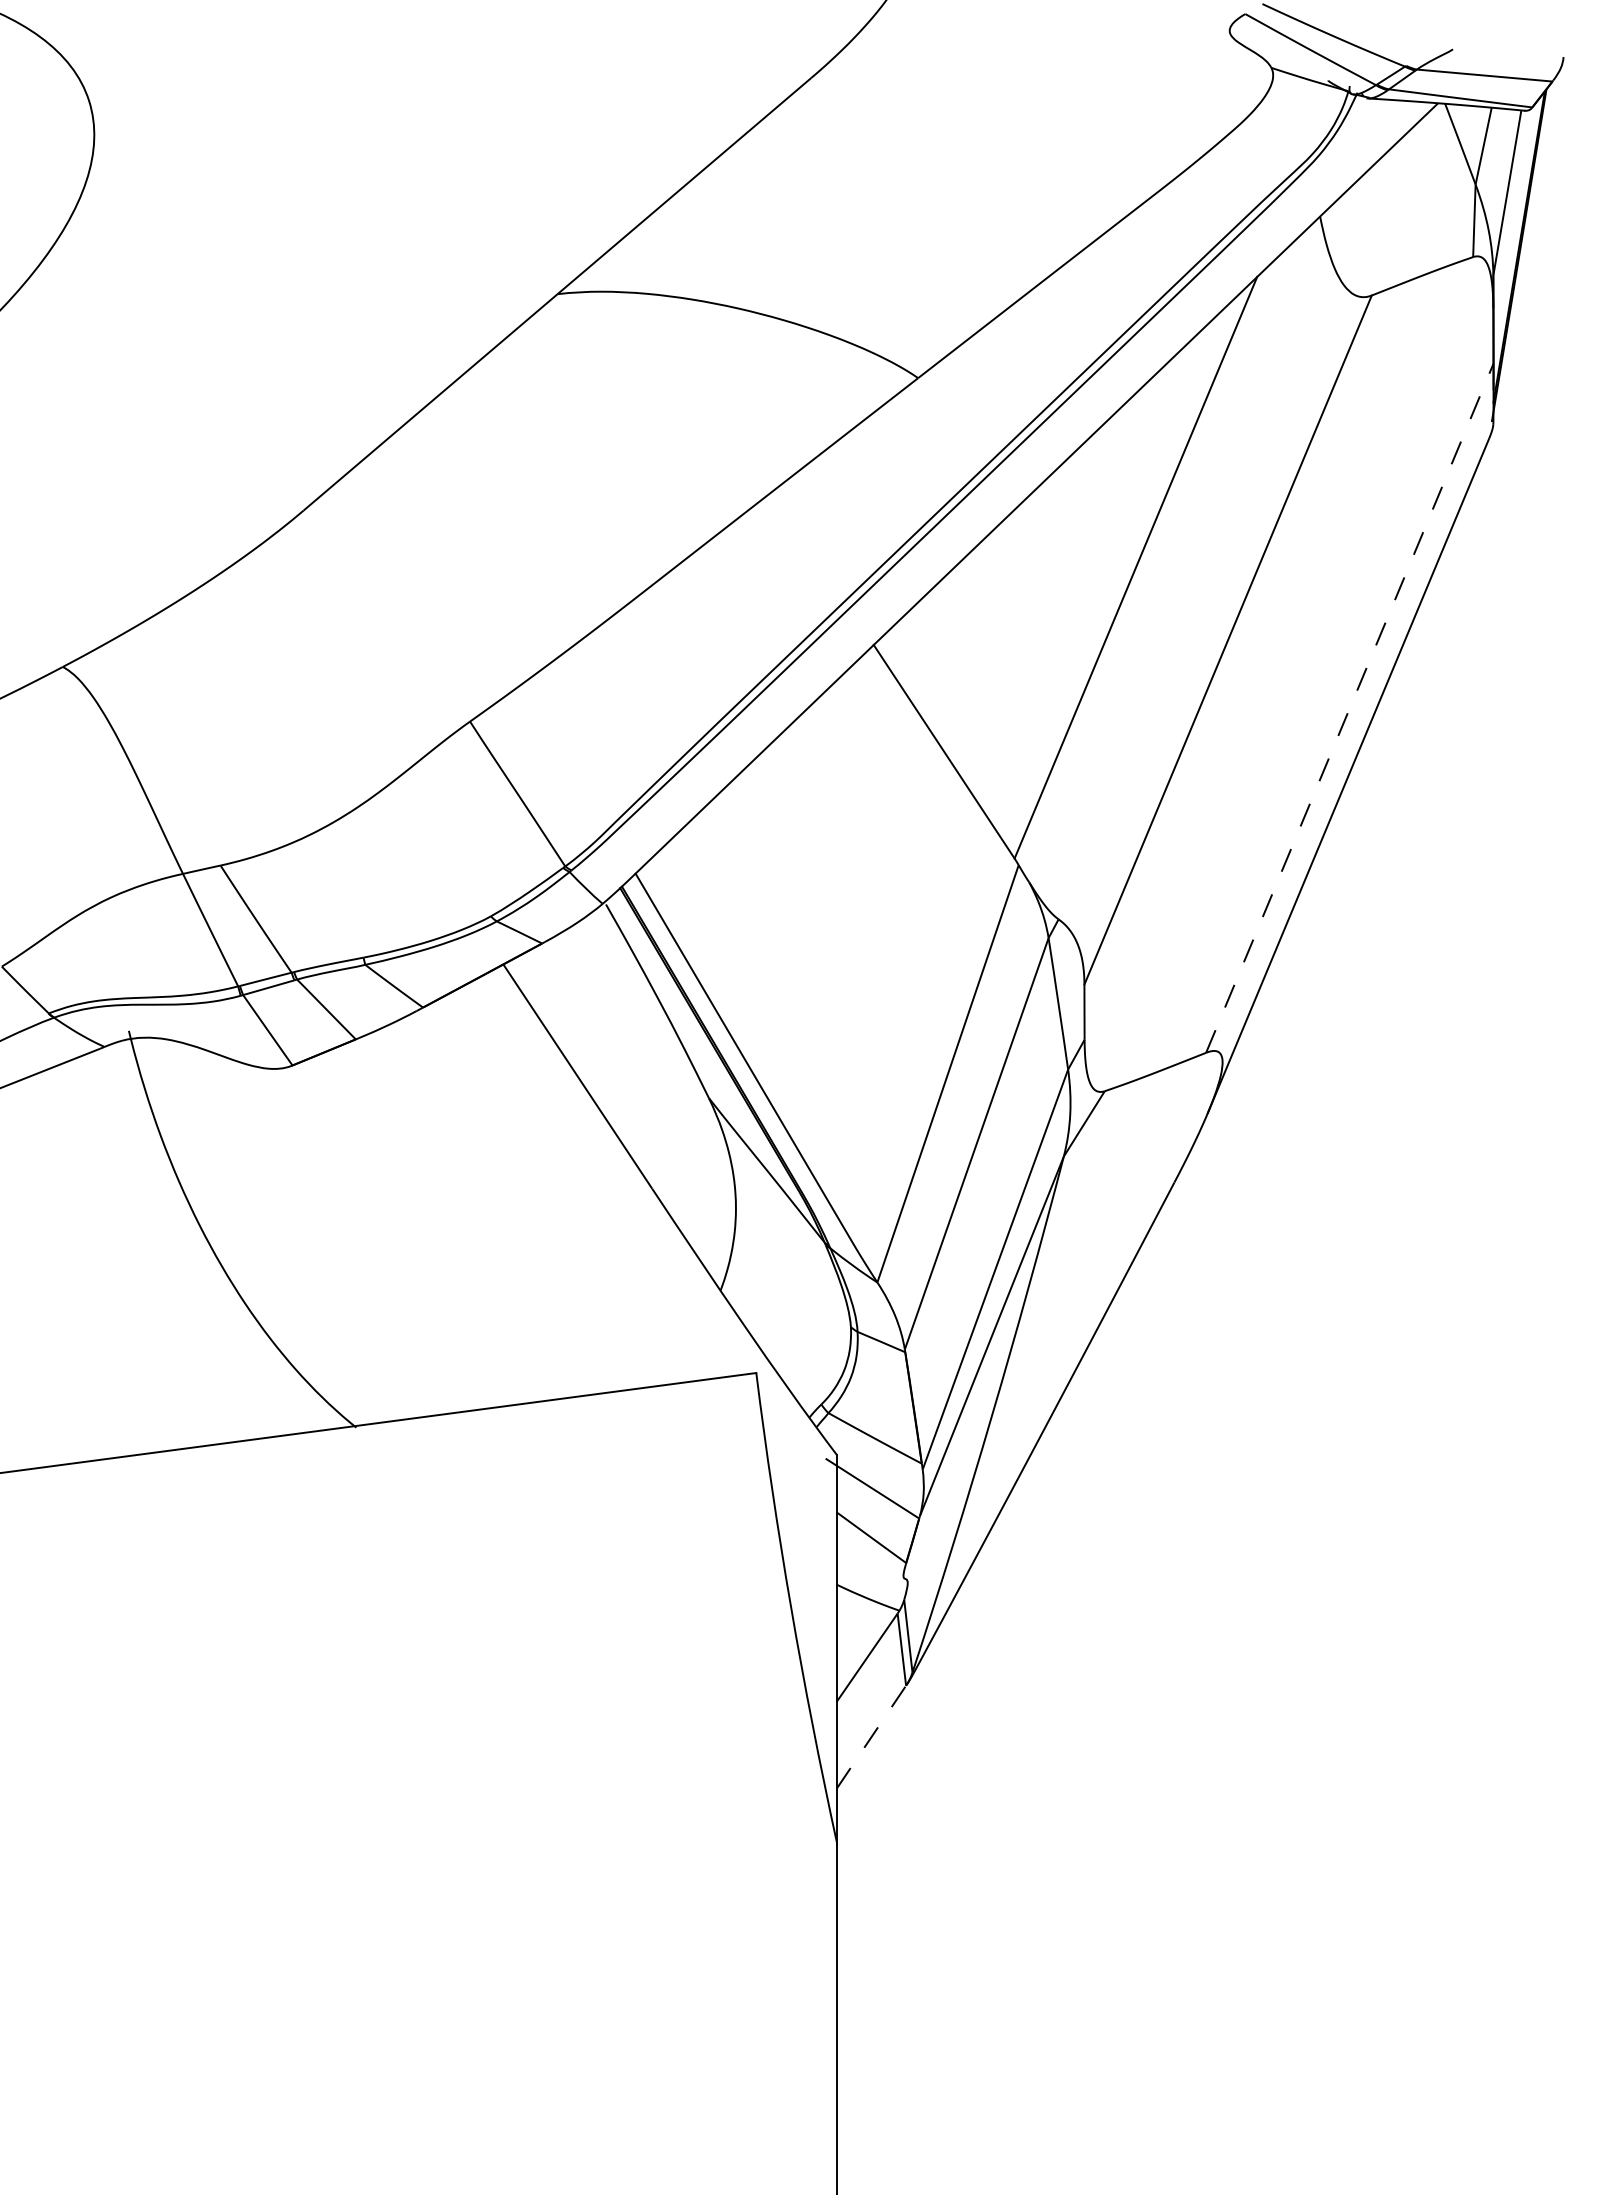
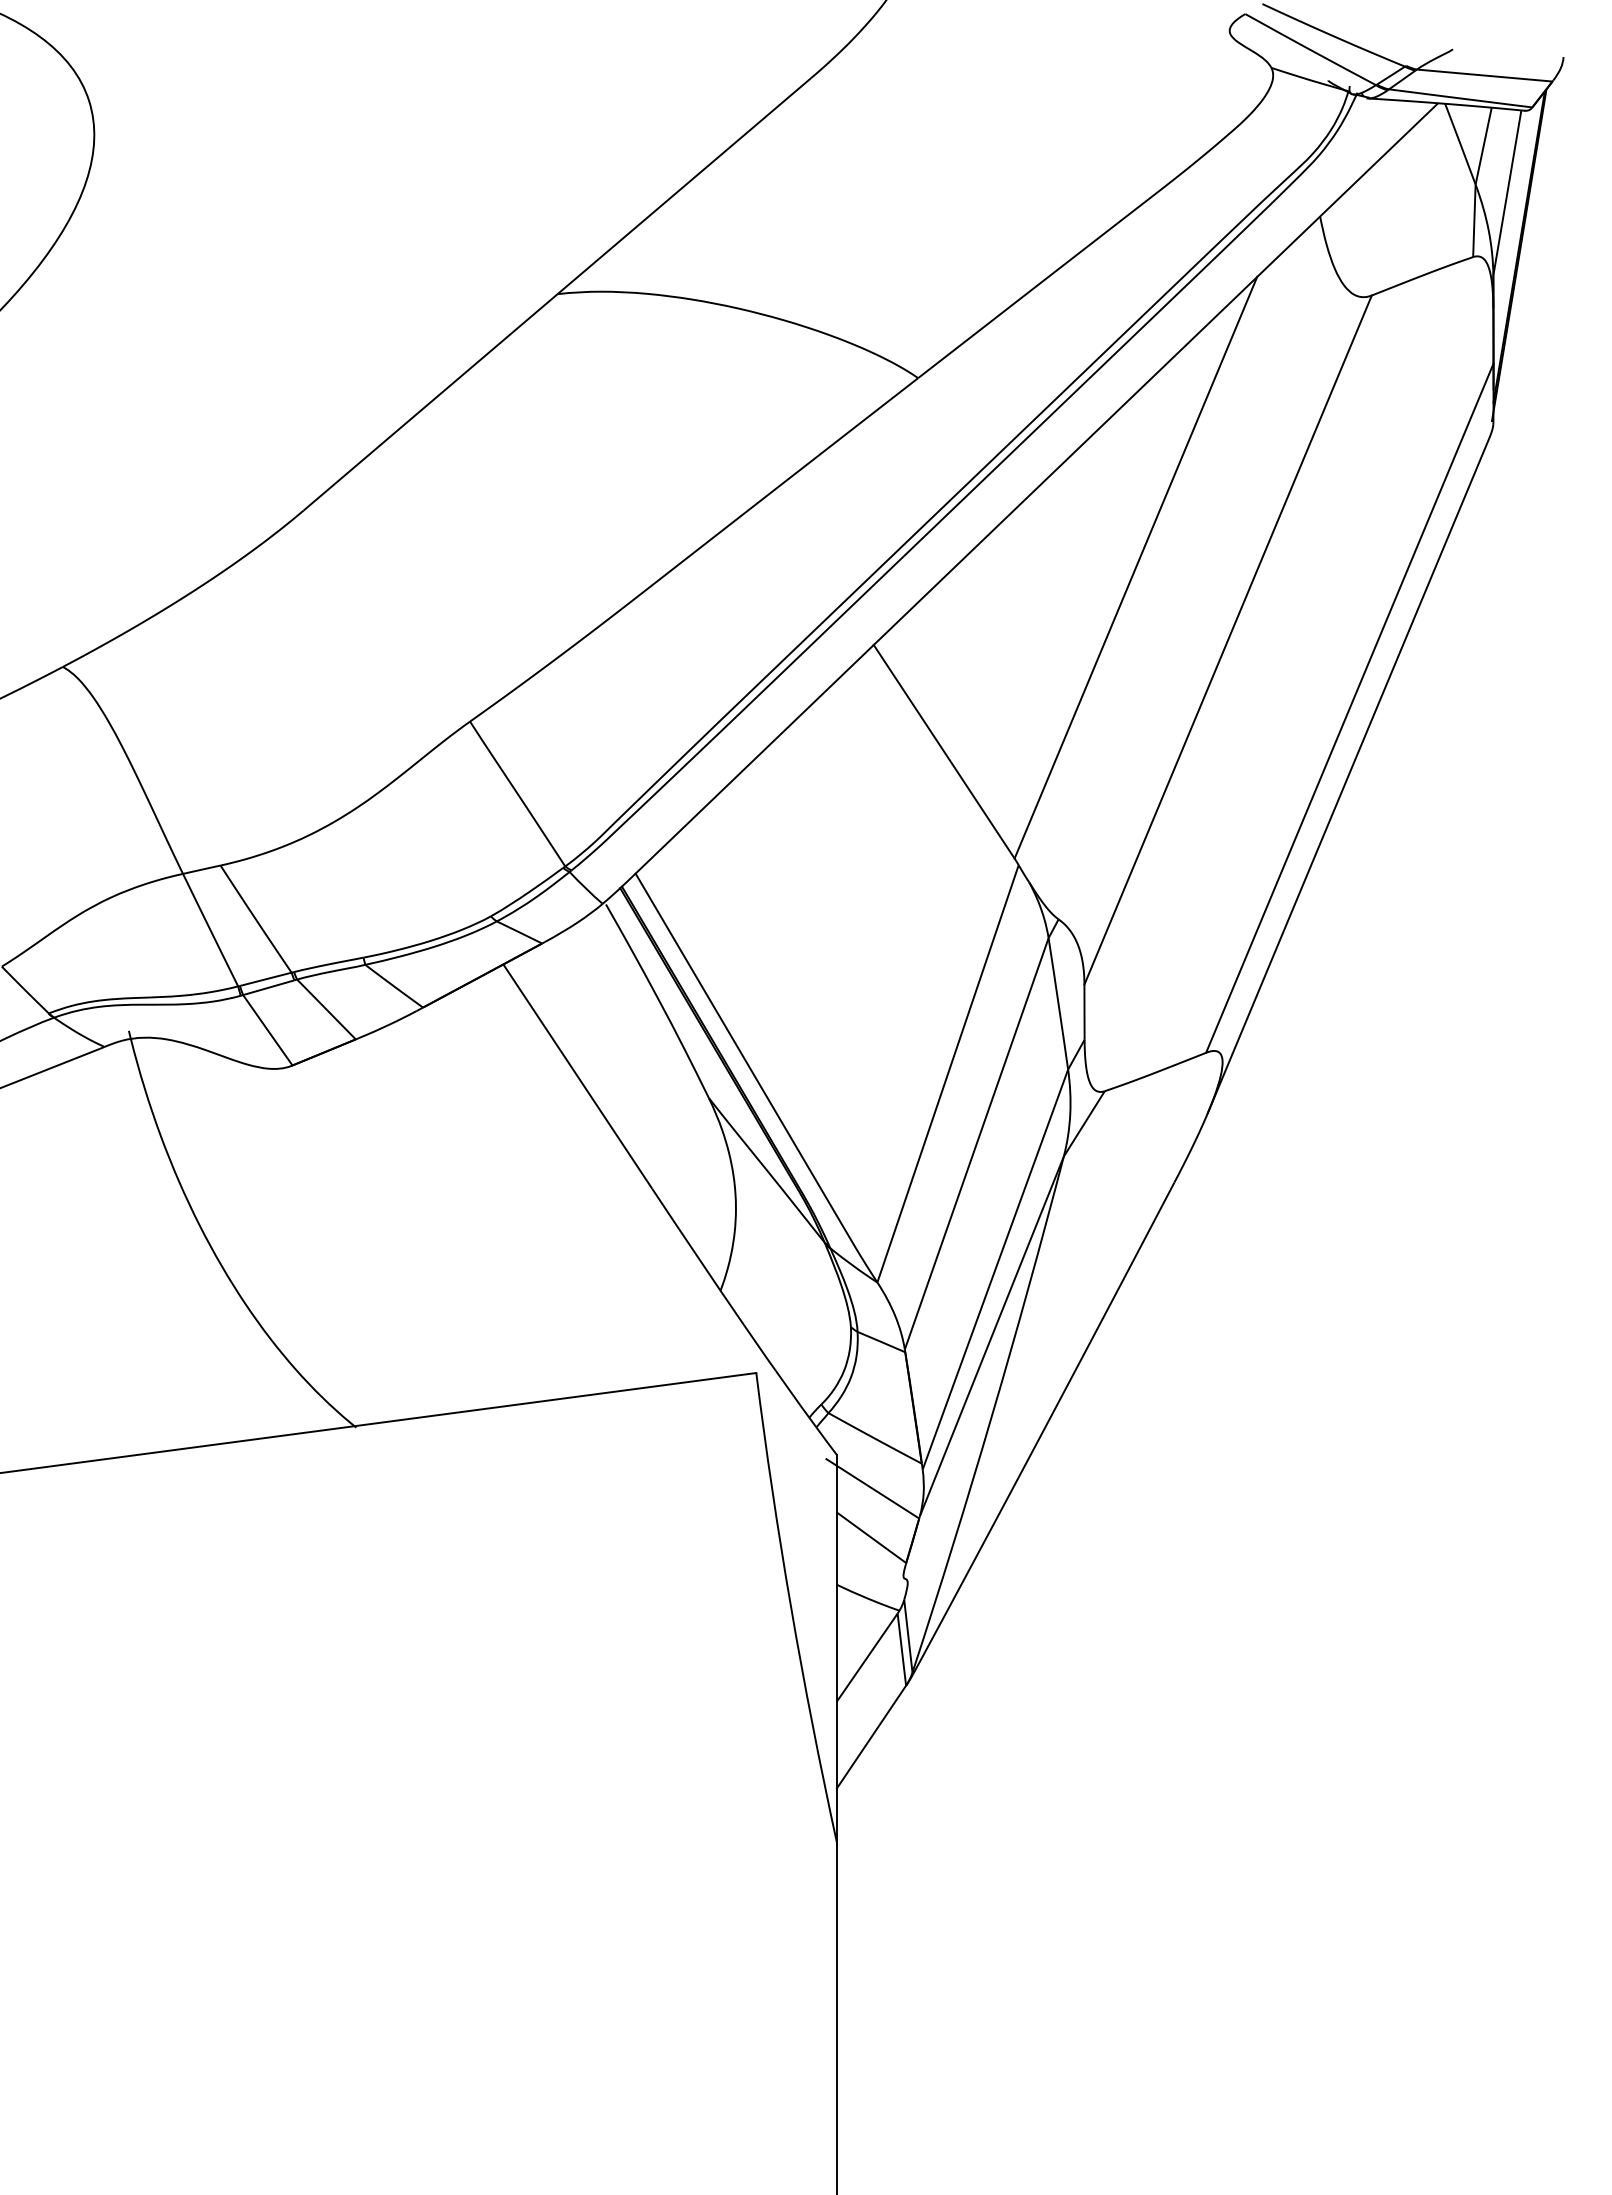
line at (1350, 707): dashed -> solid
line at (871, 1737): dashed -> solid
